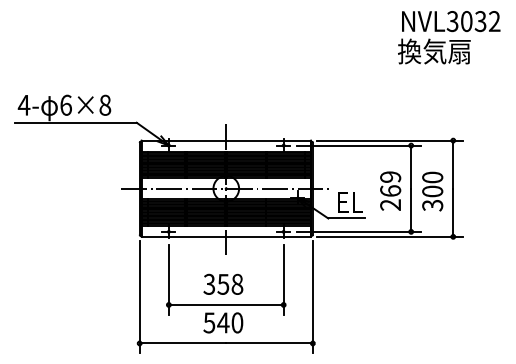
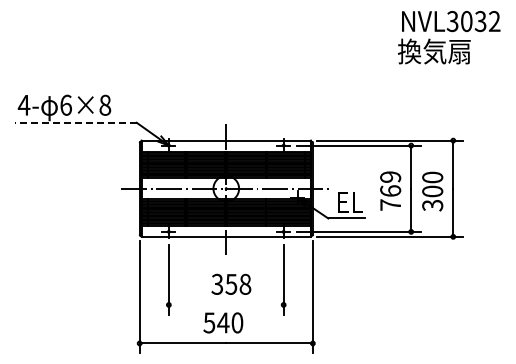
line at (76, 122): solid -> dashed
text at (390, 204): 269 -> 769
text at (223, 283) position: (223, 283) -> (231, 283)
line at (226, 304): present -> none
